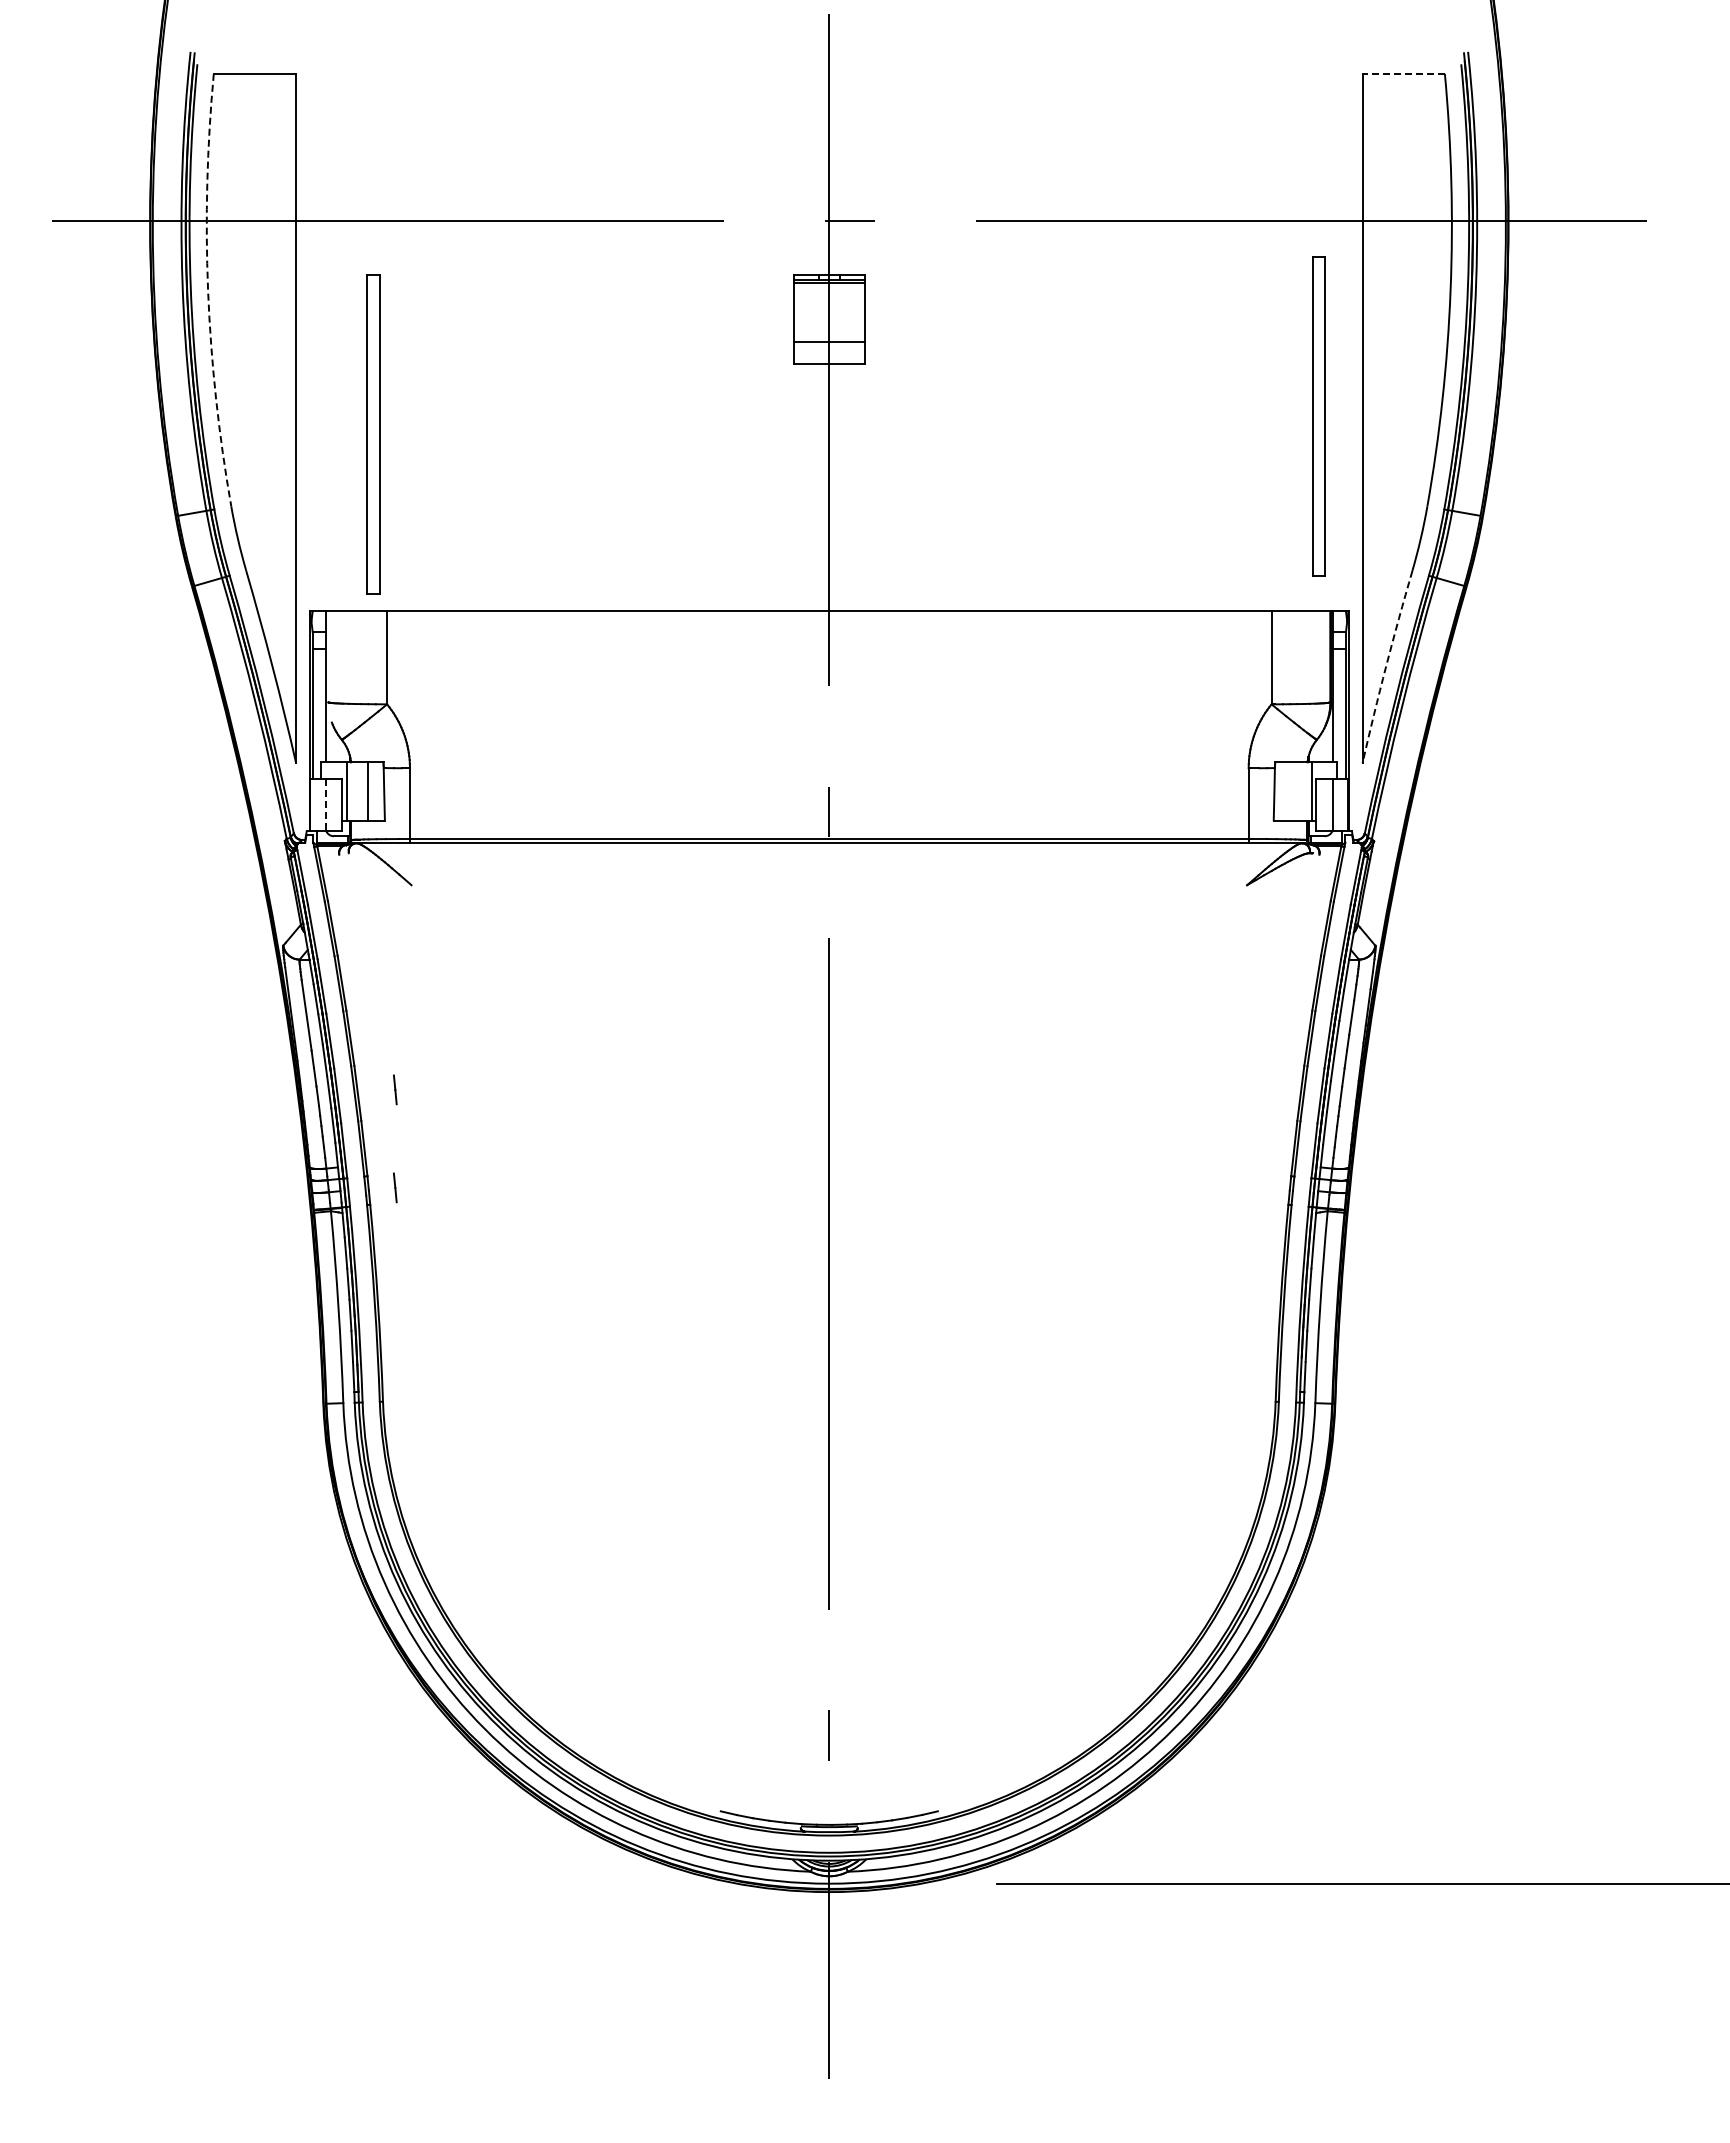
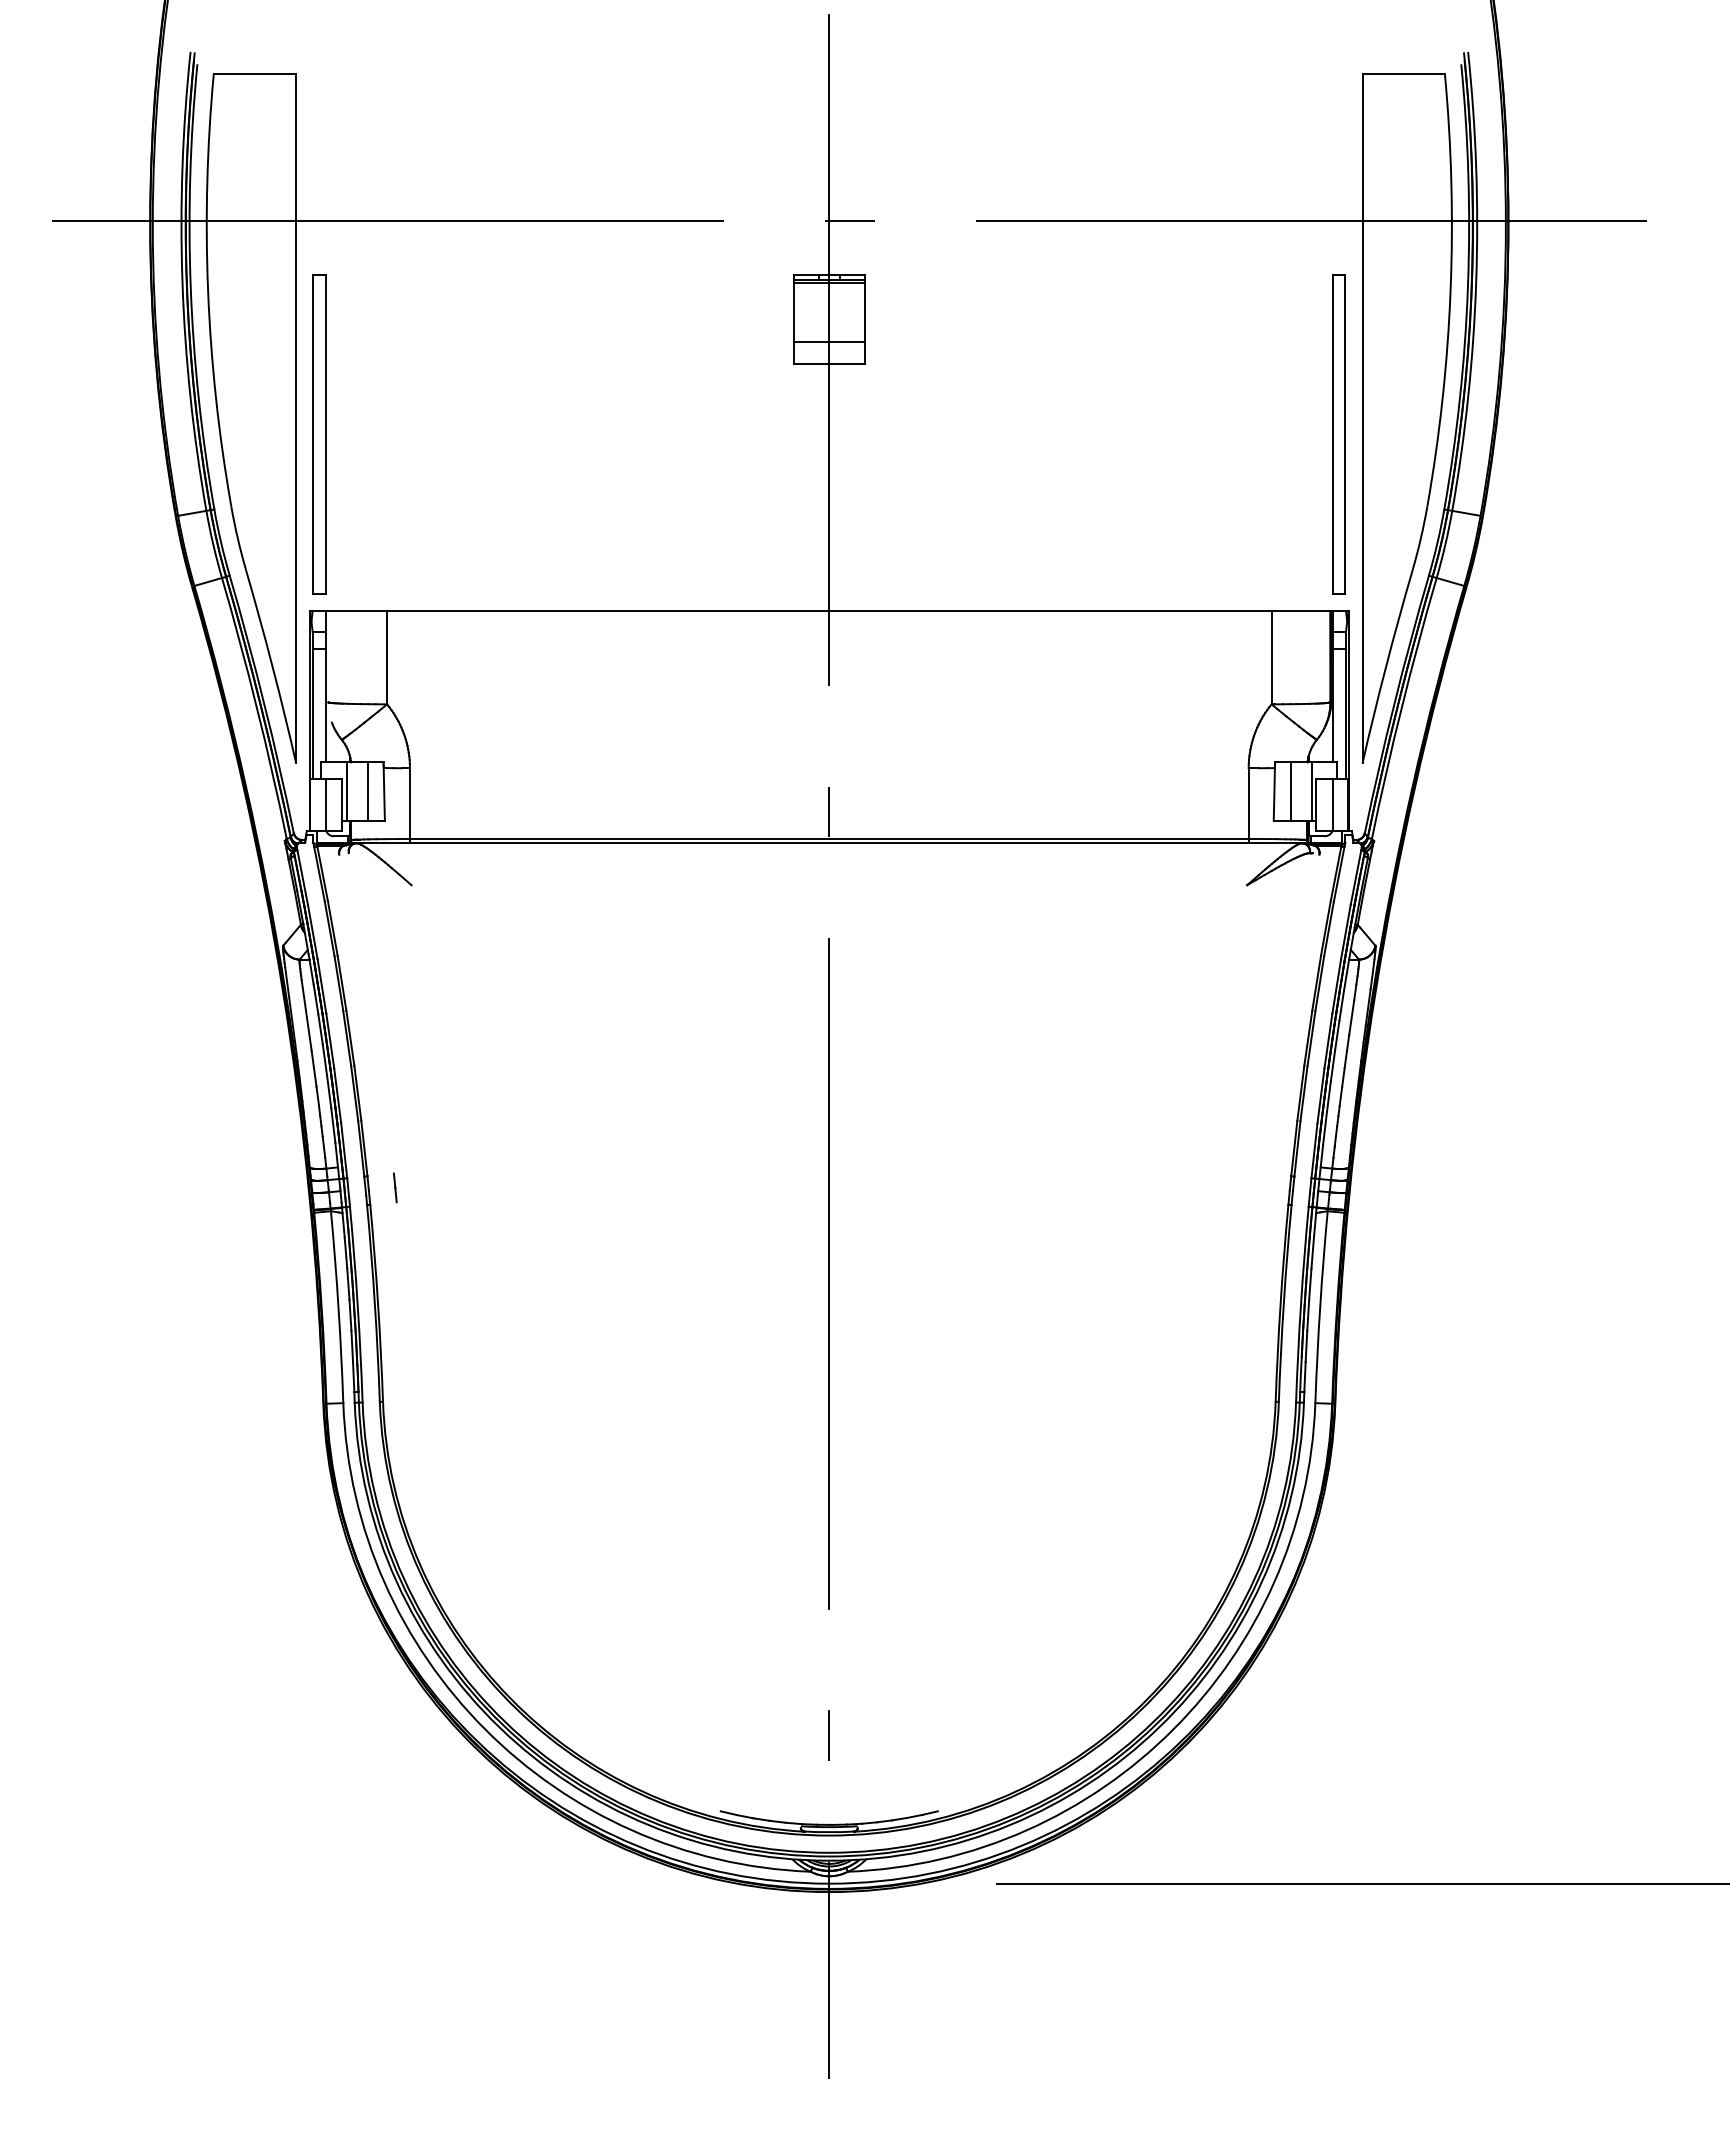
line at (1403, 73): dashed -> solid
arc at (208, 290): dashed -> solid
part at (1318, 416) position: (1318, 416) -> (1338, 434)
part at (373, 434) position: (373, 434) -> (319, 434)
arc at (1386, 666): dashed -> solid
line at (1291, 791): none -> present
line at (325, 805): dashed -> solid
line at (395, 1089): present -> none
